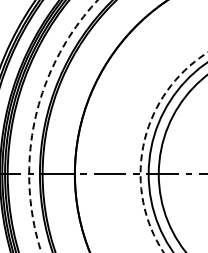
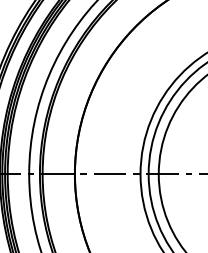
circle at (63, 126): dashed -> solid
arc at (143, 144): dashed -> solid
